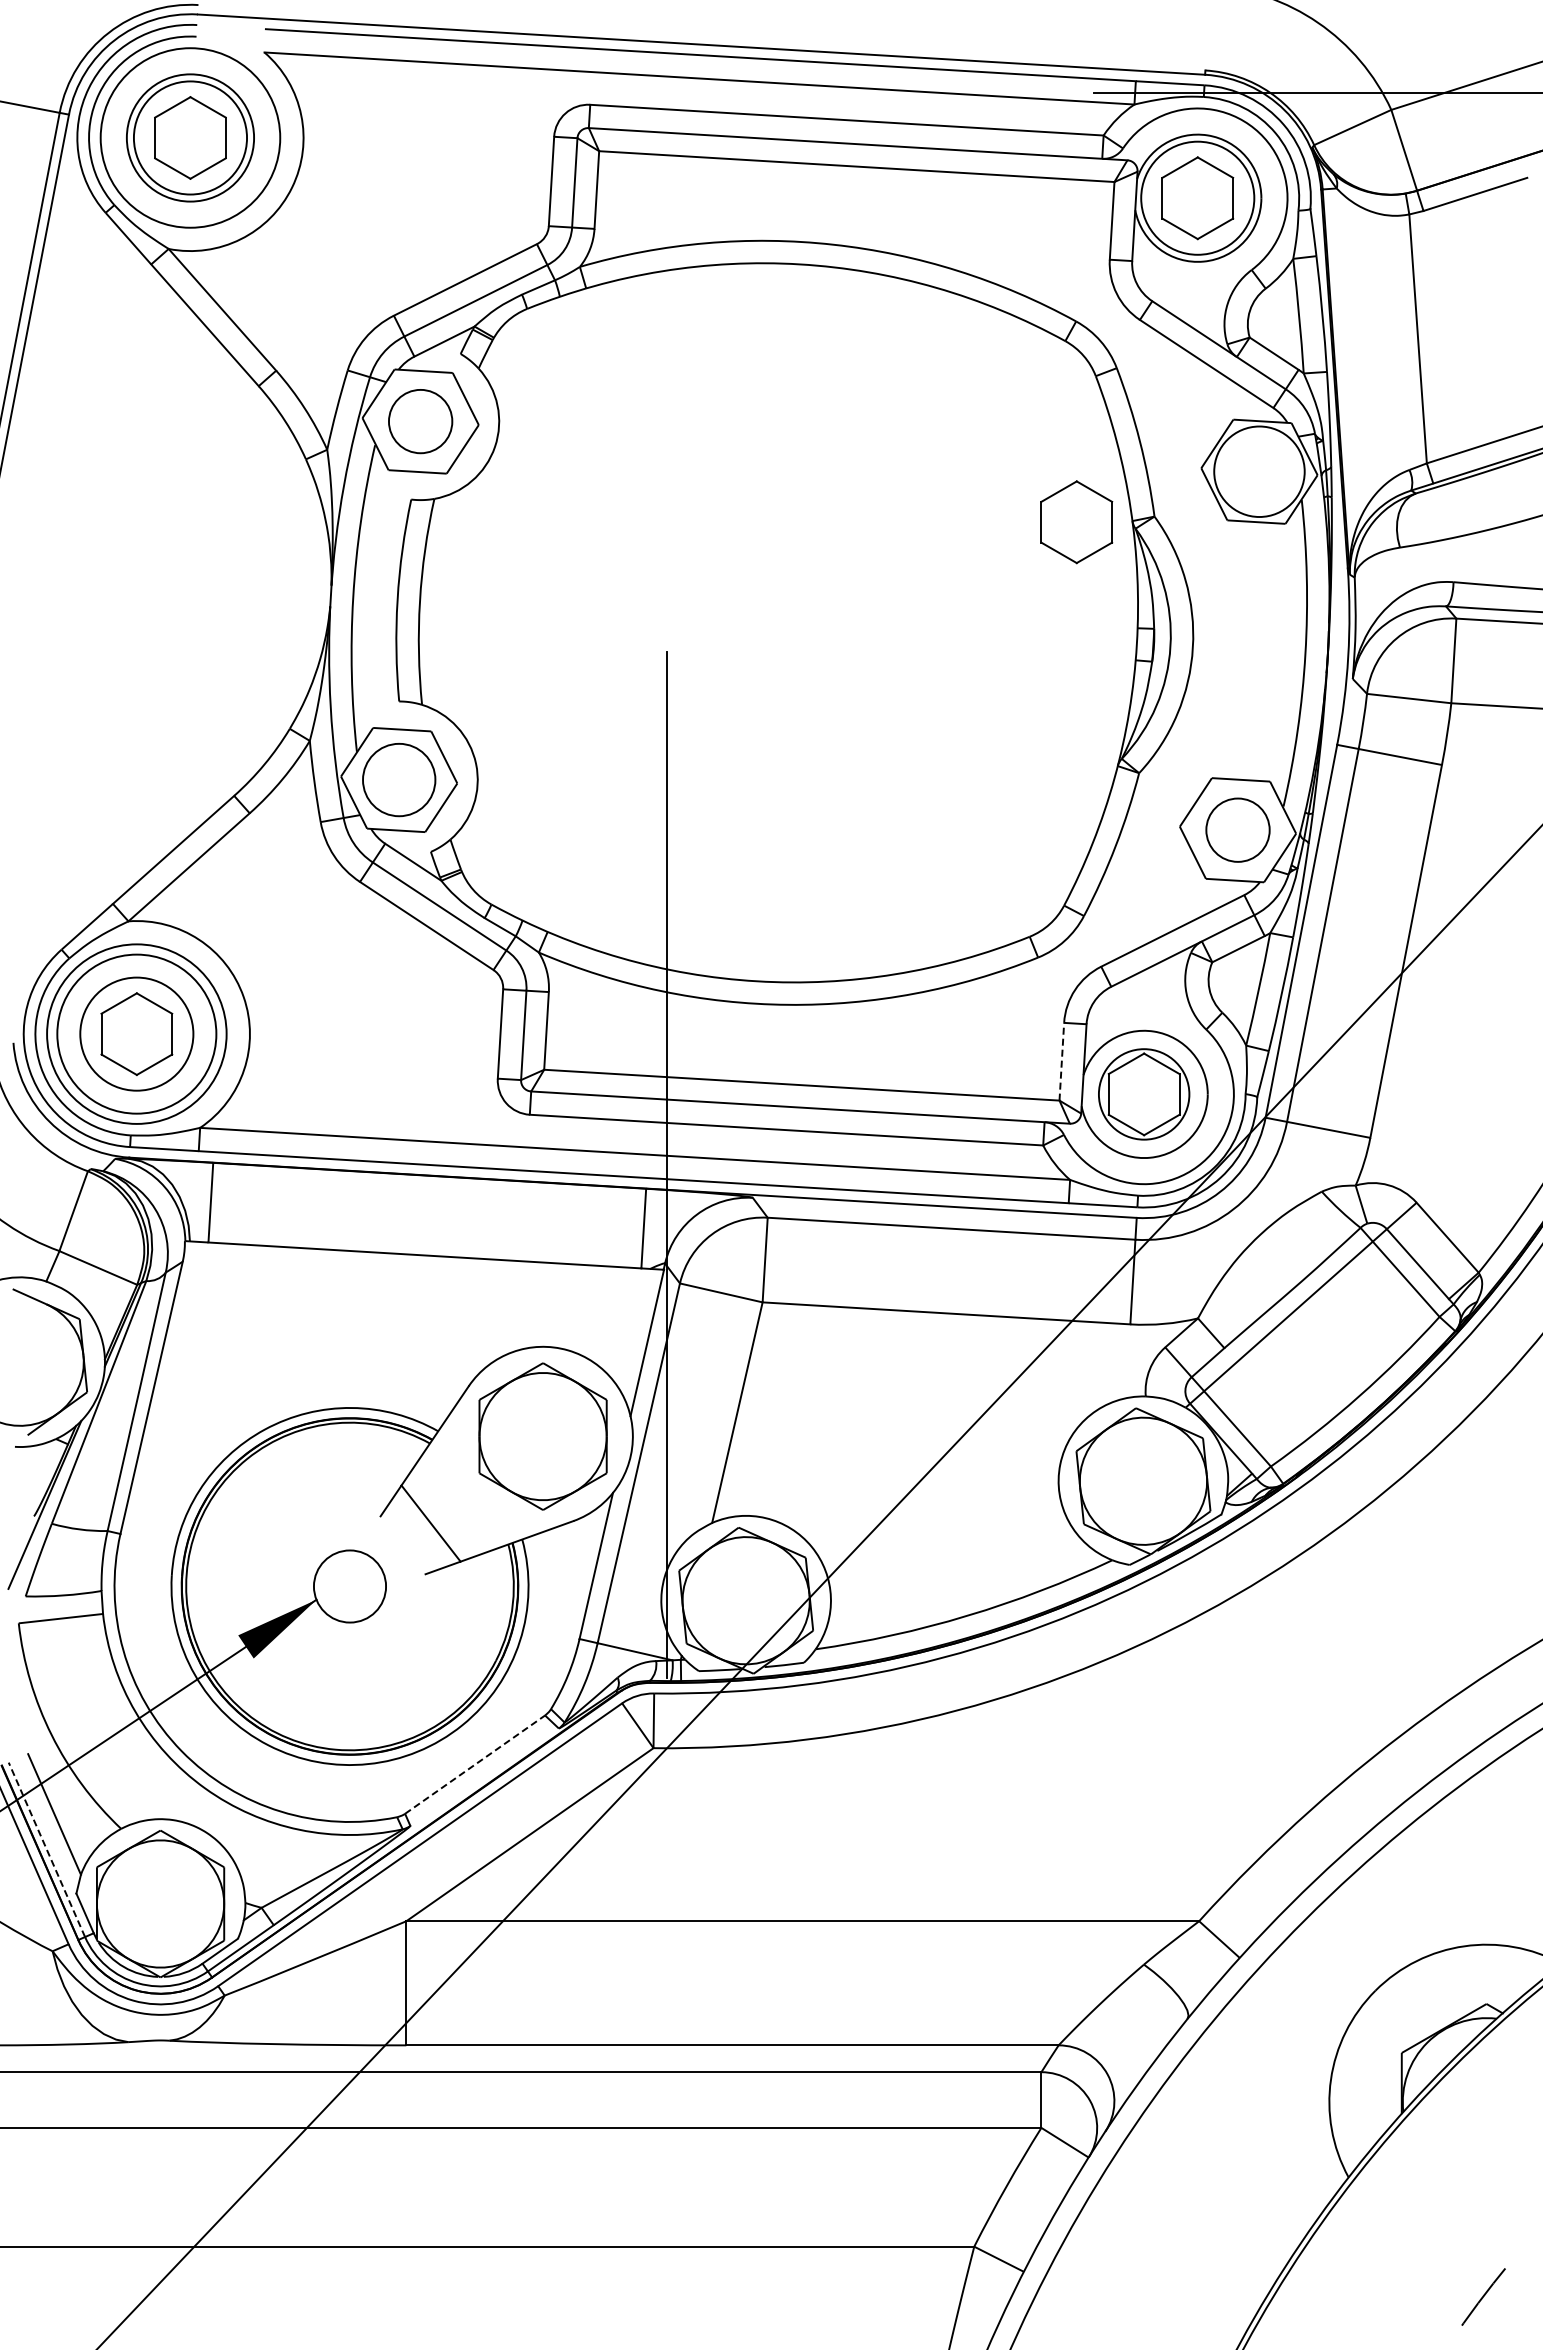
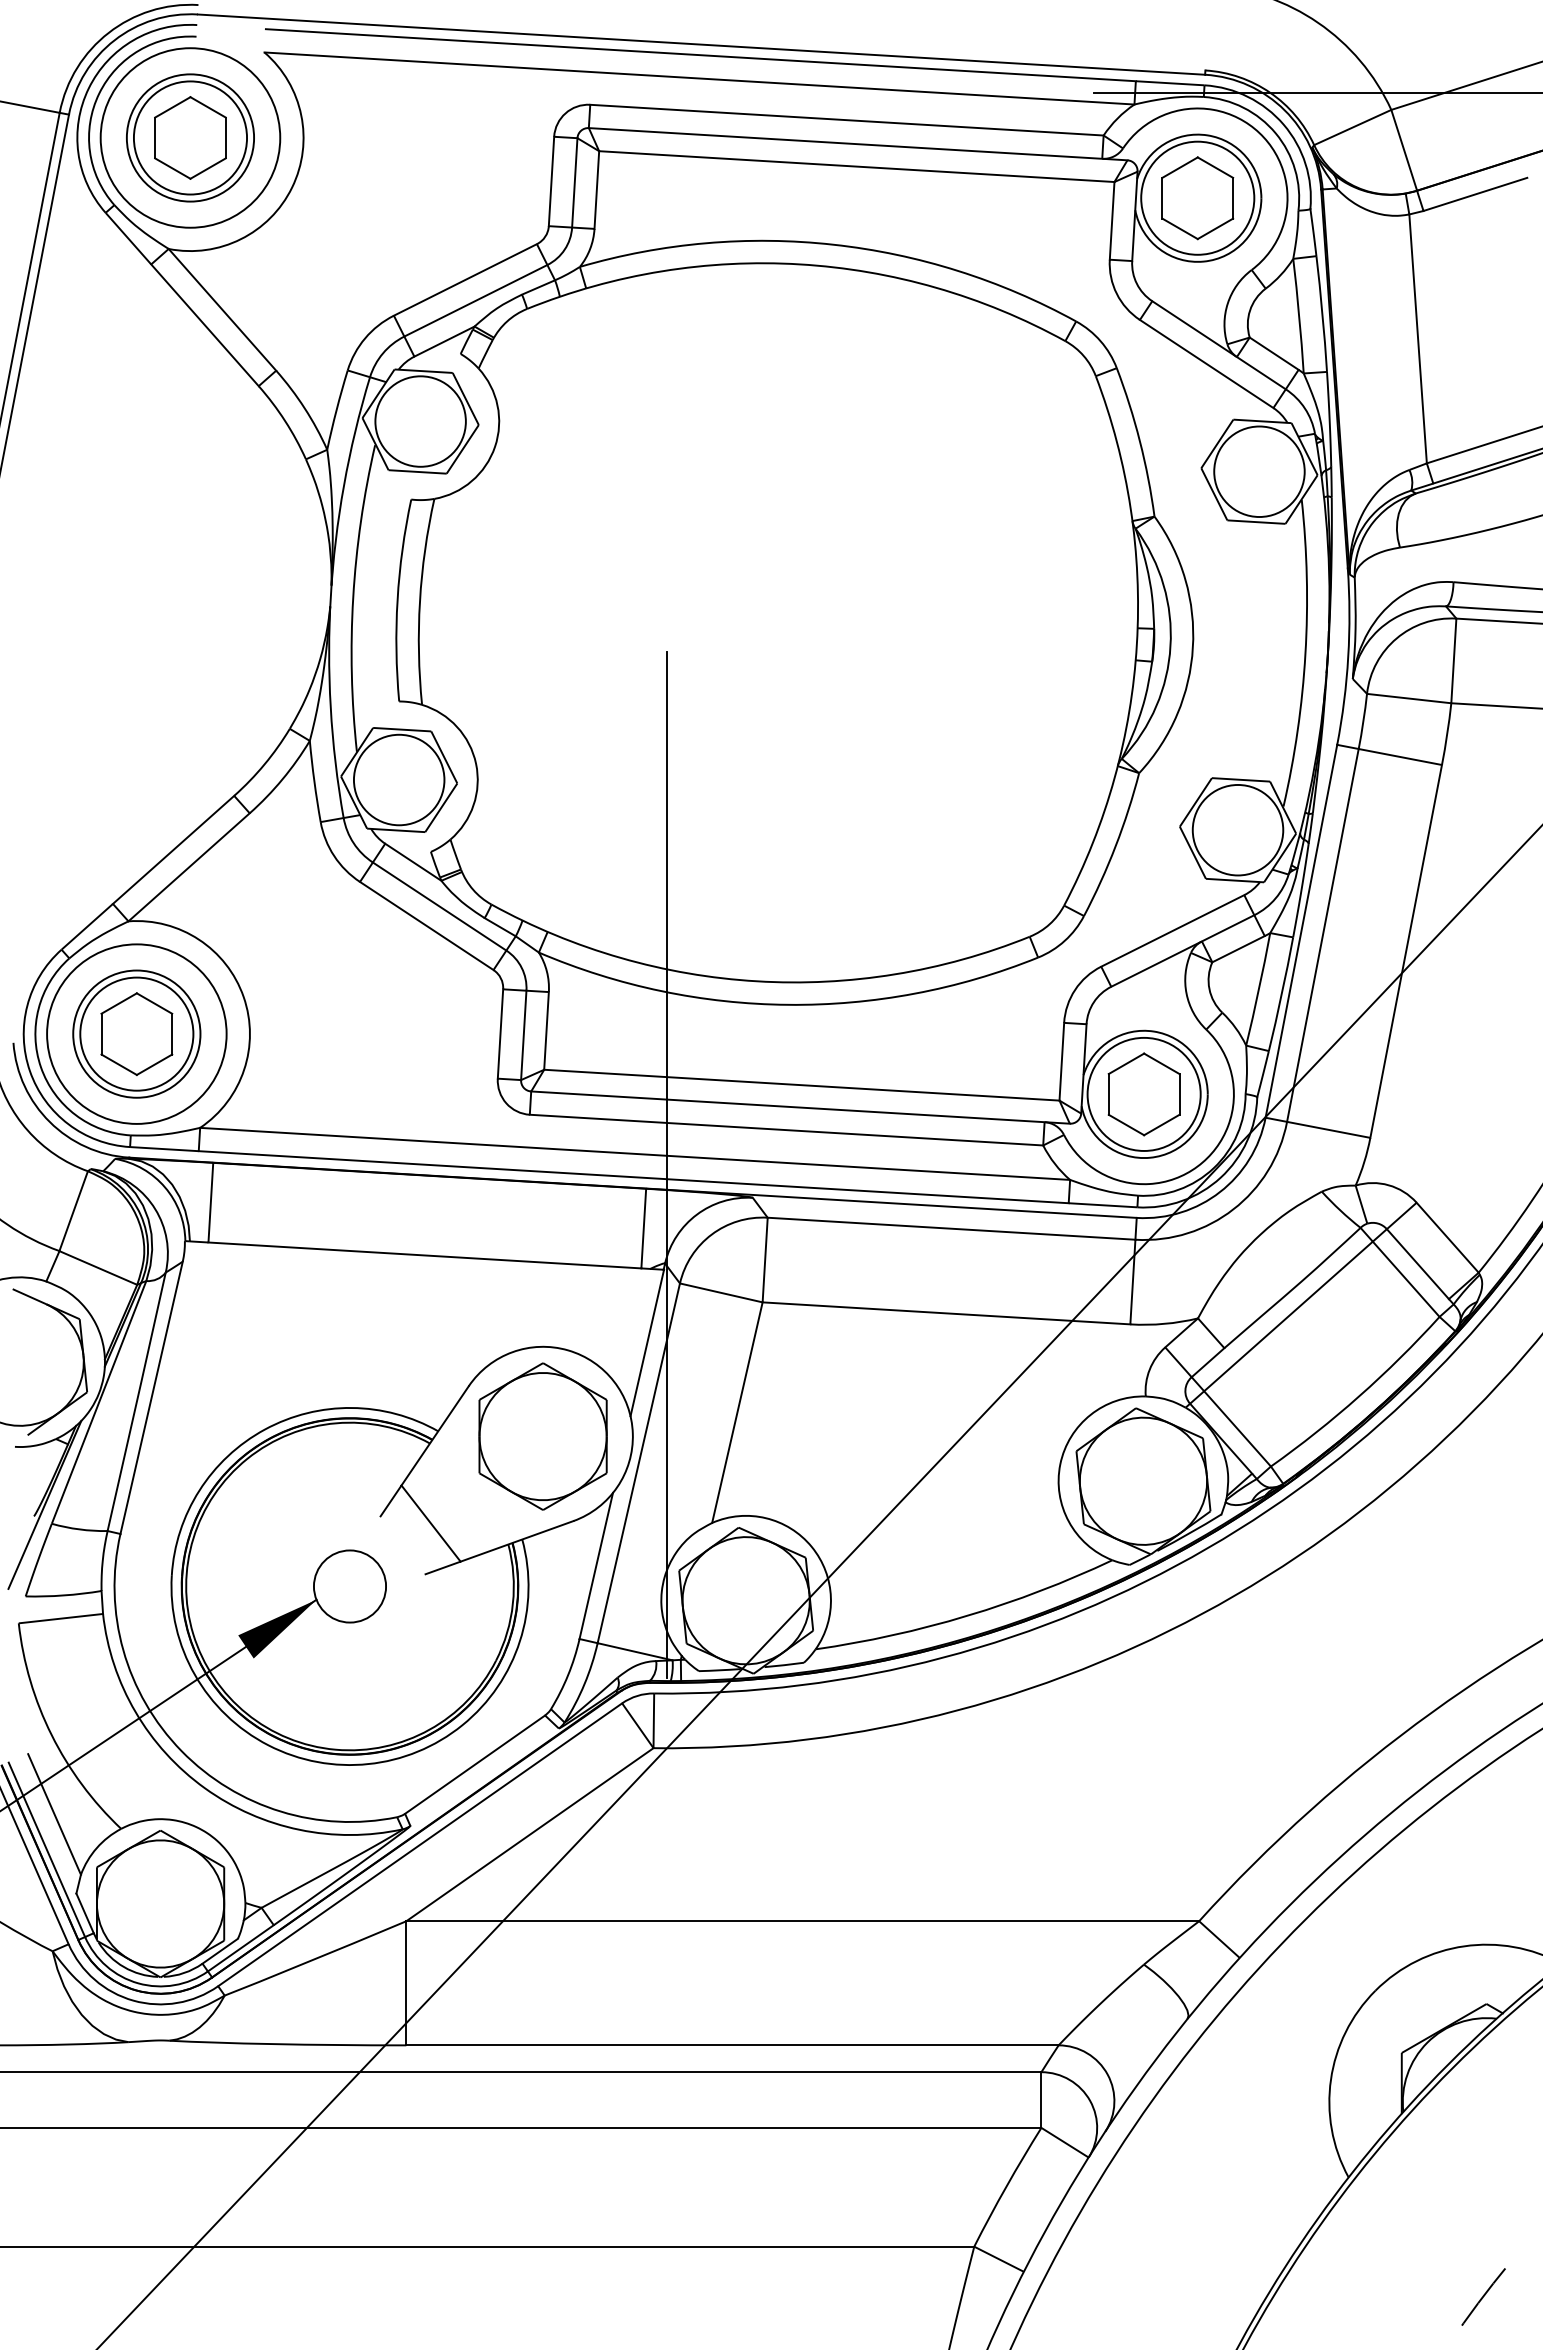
circle at (420, 421) diameter: 63 px -> 90 px
part at (1076, 522): present -> none
circle at (399, 779) diameter: 72 px -> 90 px
circle at (1237, 829) diameter: 63 px -> 90 px
circle at (136, 1033) diameter: 159 px -> 127 px
line at (1061, 1061): dashed -> solid
circle at (1143, 1094) diameter: 90 px -> 113 px
line at (475, 1764): dashed -> solid
line at (46, 1849): dashed -> solid
